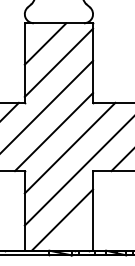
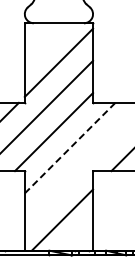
line at (45, 43): present -> none
line at (70, 147): solid -> dashed
line at (77, 171): present -> none
